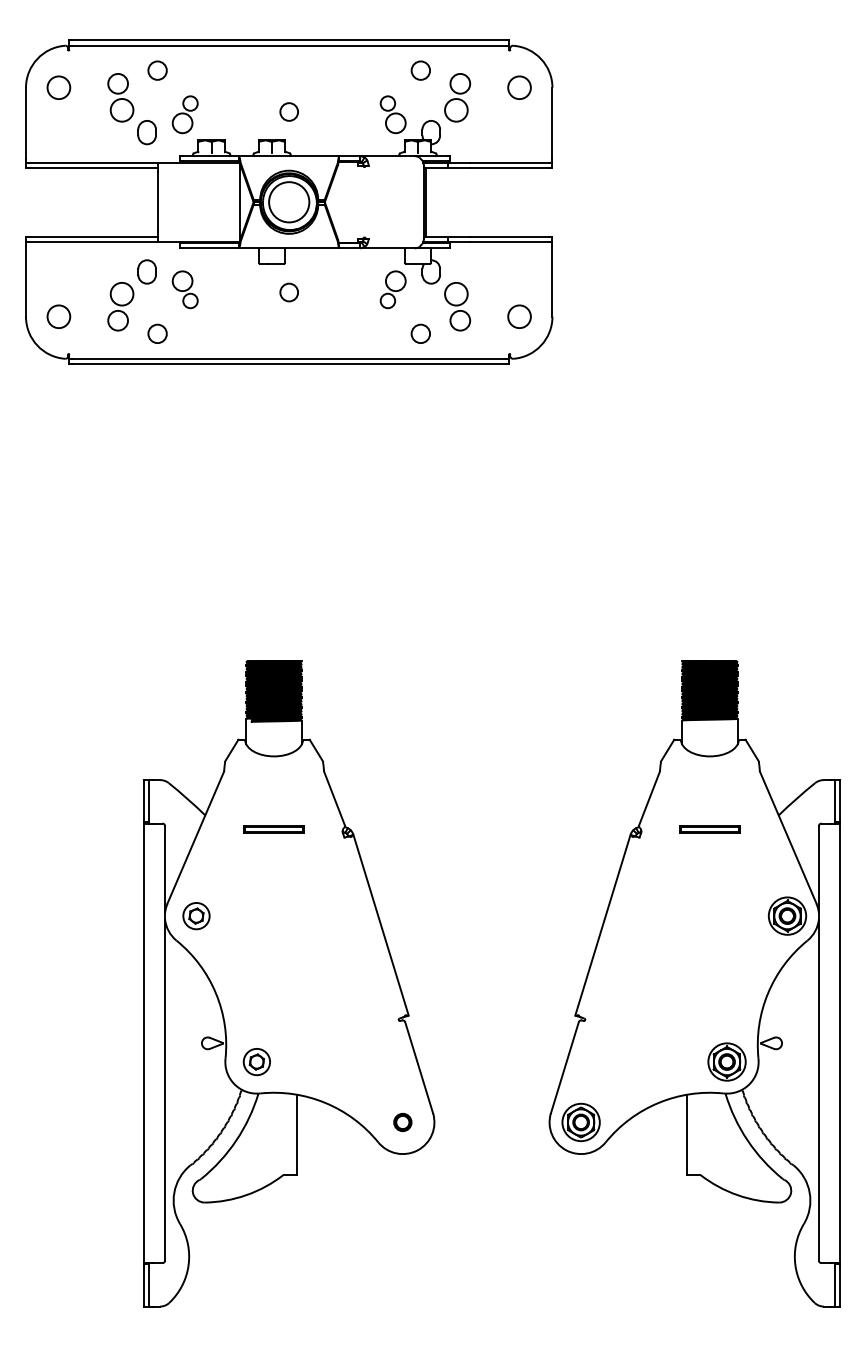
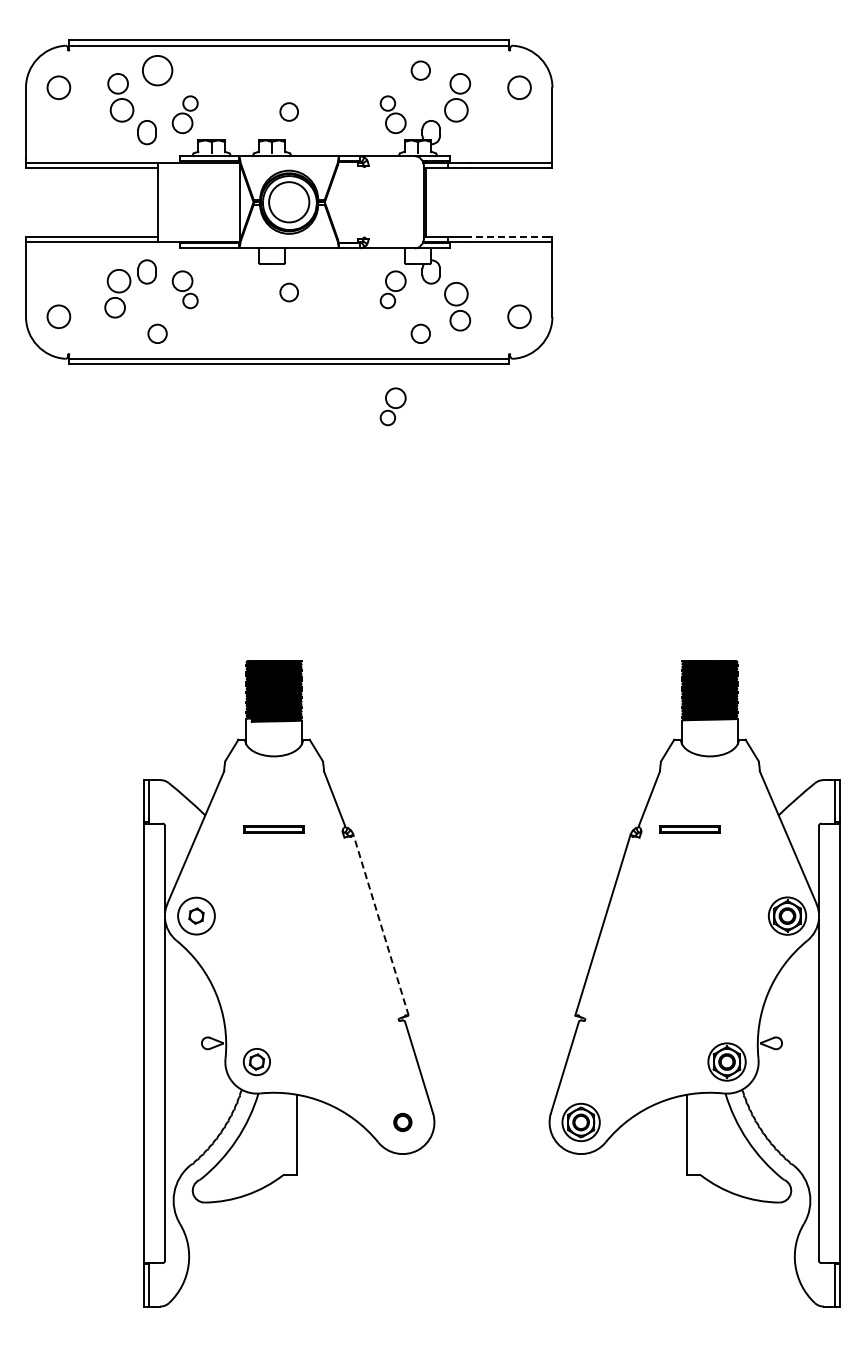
circle at (157, 70) diameter: 18 px -> 29 px
line at (508, 236): solid -> dashed
part at (120, 306) position: (120, 306) -> (117, 293)
part at (392, 406): none -> present
part at (709, 829) position: (709, 829) -> (689, 829)
circle at (196, 915) diameter: 26 px -> 37 px
line at (381, 925): solid -> dashed
